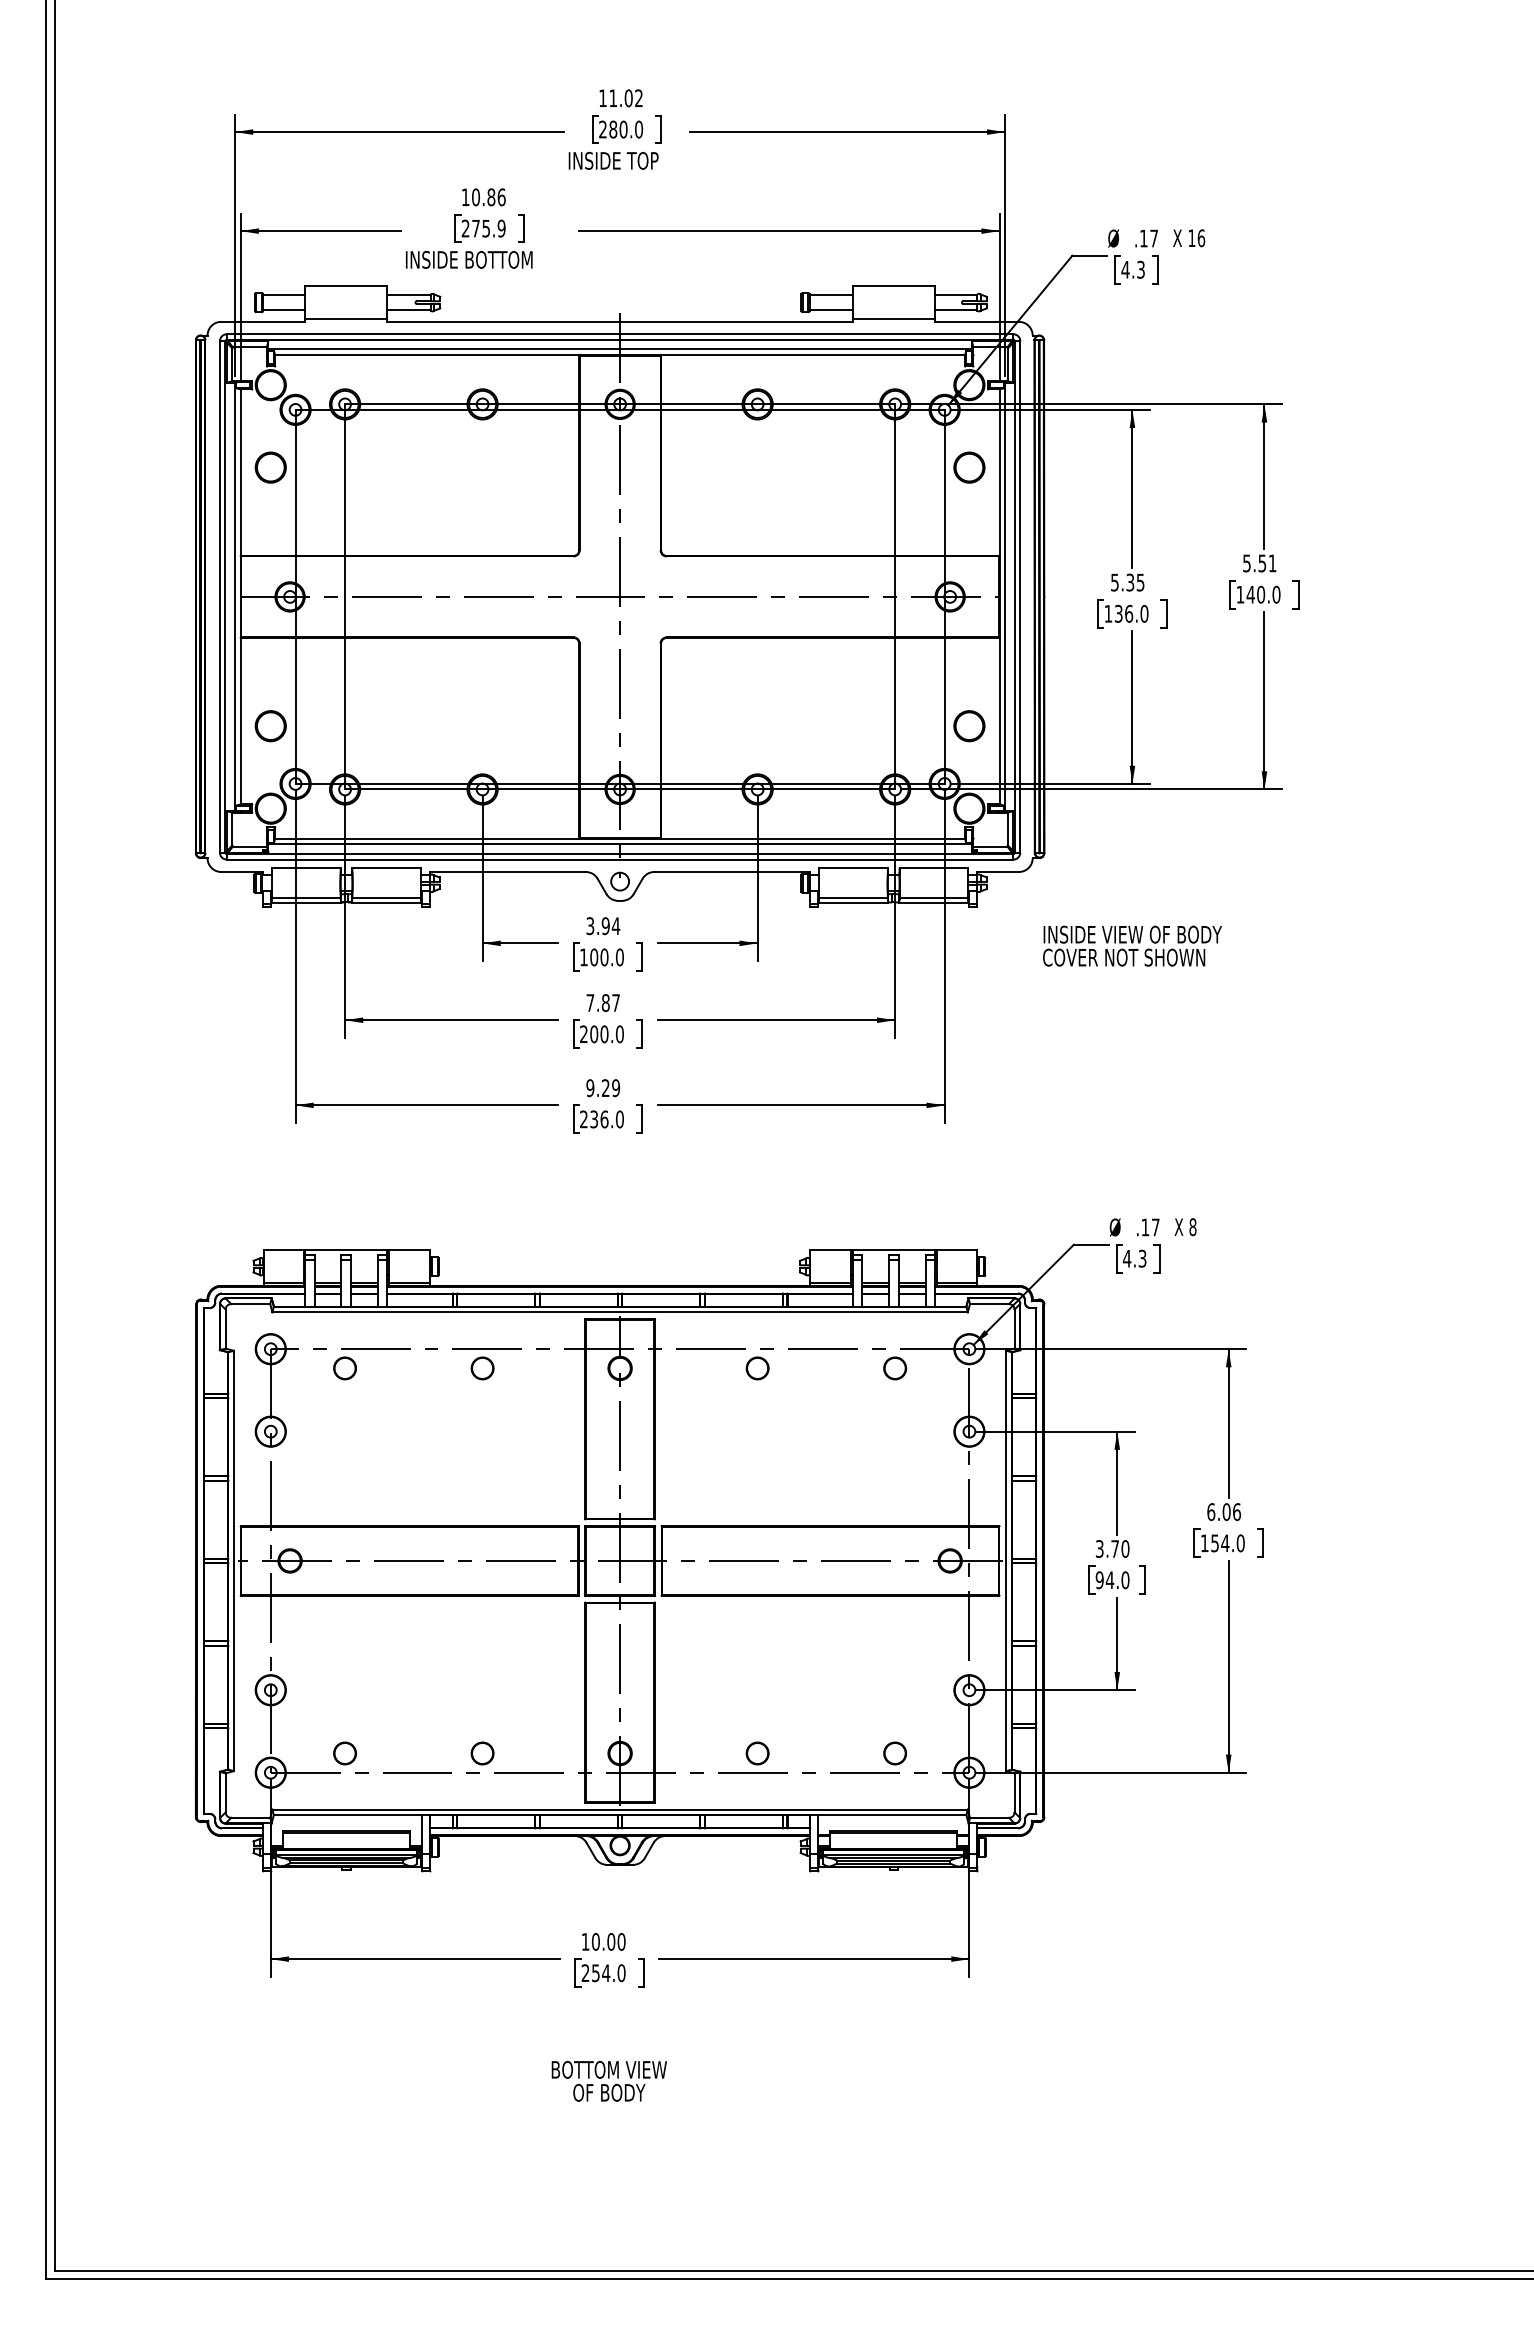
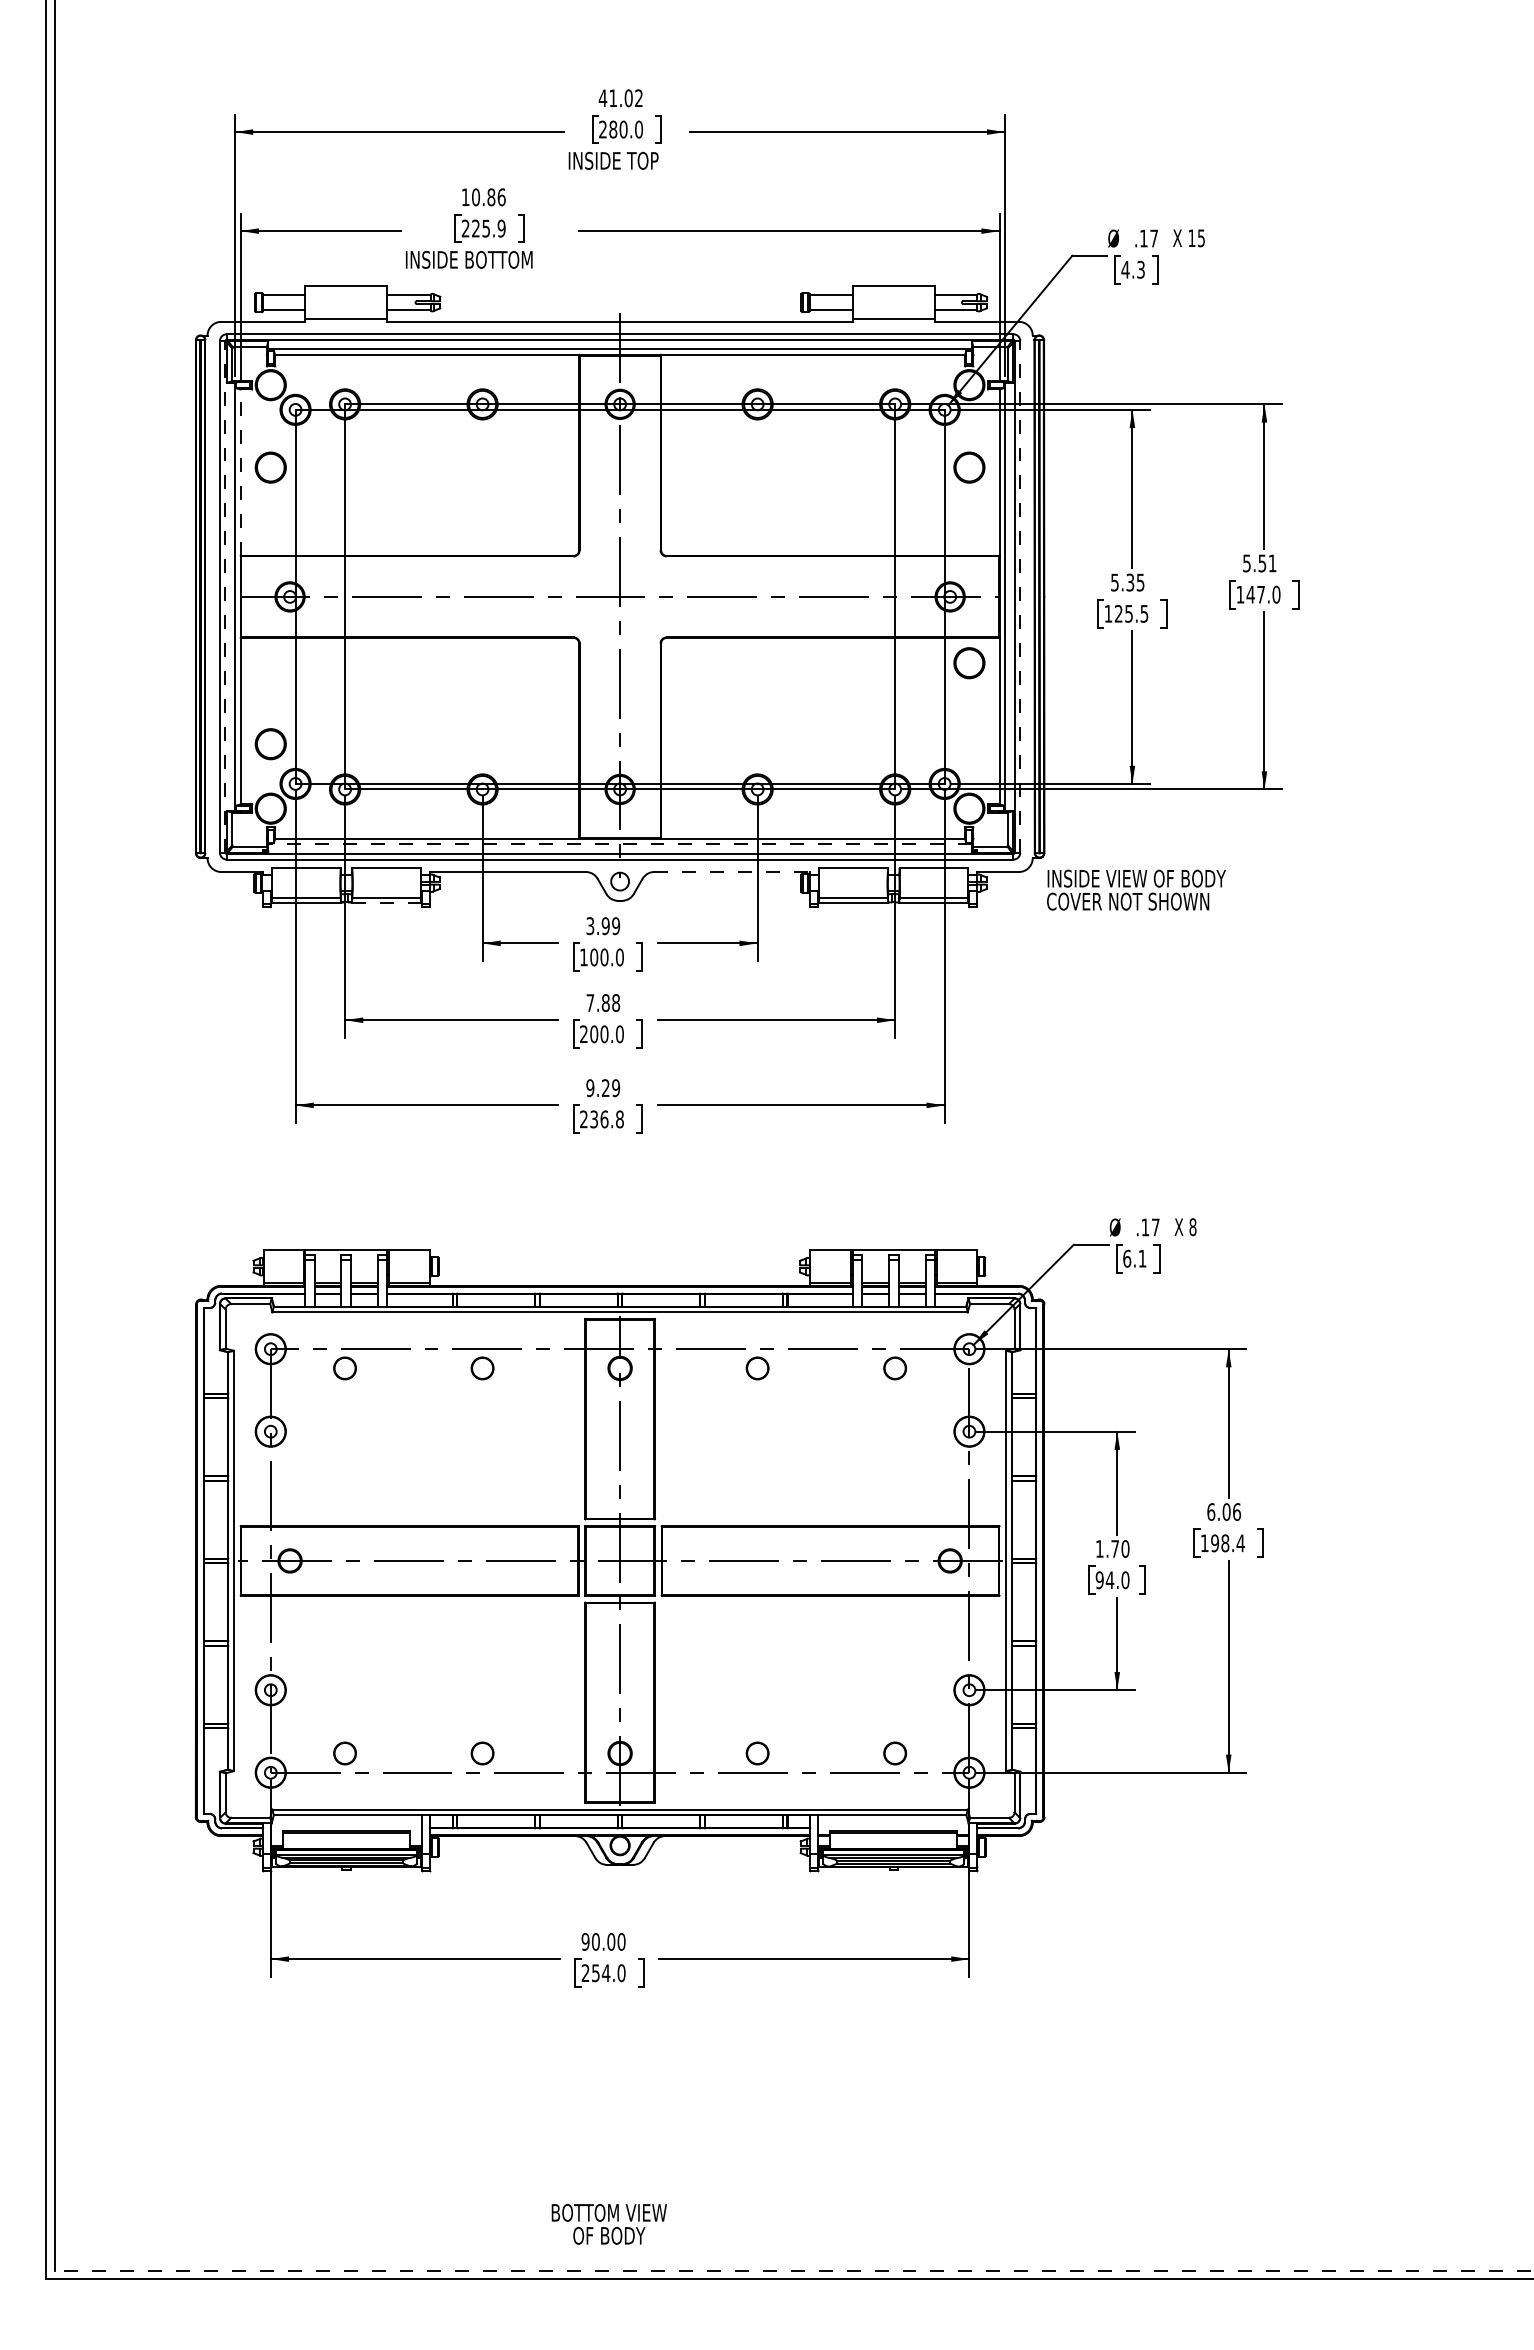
text at (602, 97): 11.02 -> 41.02
text at (475, 228): 275.9 -> 225.9
text at (1201, 238): 16 -> 15
line at (240, 472): solid -> dashed
text at (1261, 594): 140.0 -> 147.0
line at (225, 596): solid -> dashed
line at (1020, 596): solid -> dashed
text at (1131, 613): 136.0 -> 125.5
part at (270, 726) position: (270, 726) -> (270, 744)
part at (969, 726) position: (969, 726) -> (969, 663)
line at (620, 844): solid -> dashed
line at (732, 871): solid -> dashed
line at (386, 902): solid -> dashed
text at (615, 926): 3.94 -> 3.99
text at (1132, 945) position: (1132, 945) -> (1136, 889)
text at (616, 1002): 7.87 -> 7.88
text at (619, 1119): 236.0 -> 236.8
text at (1134, 1258): 4.3 -> 6.1
text at (1227, 1543): 154.0 -> 198.4
text at (1099, 1548): 3.70 -> 1.70
text at (585, 1941): 10.00 -> 90.00
text at (608, 2080) position: (608, 2080) -> (608, 2223)
line at (793, 2270): solid -> dashed
